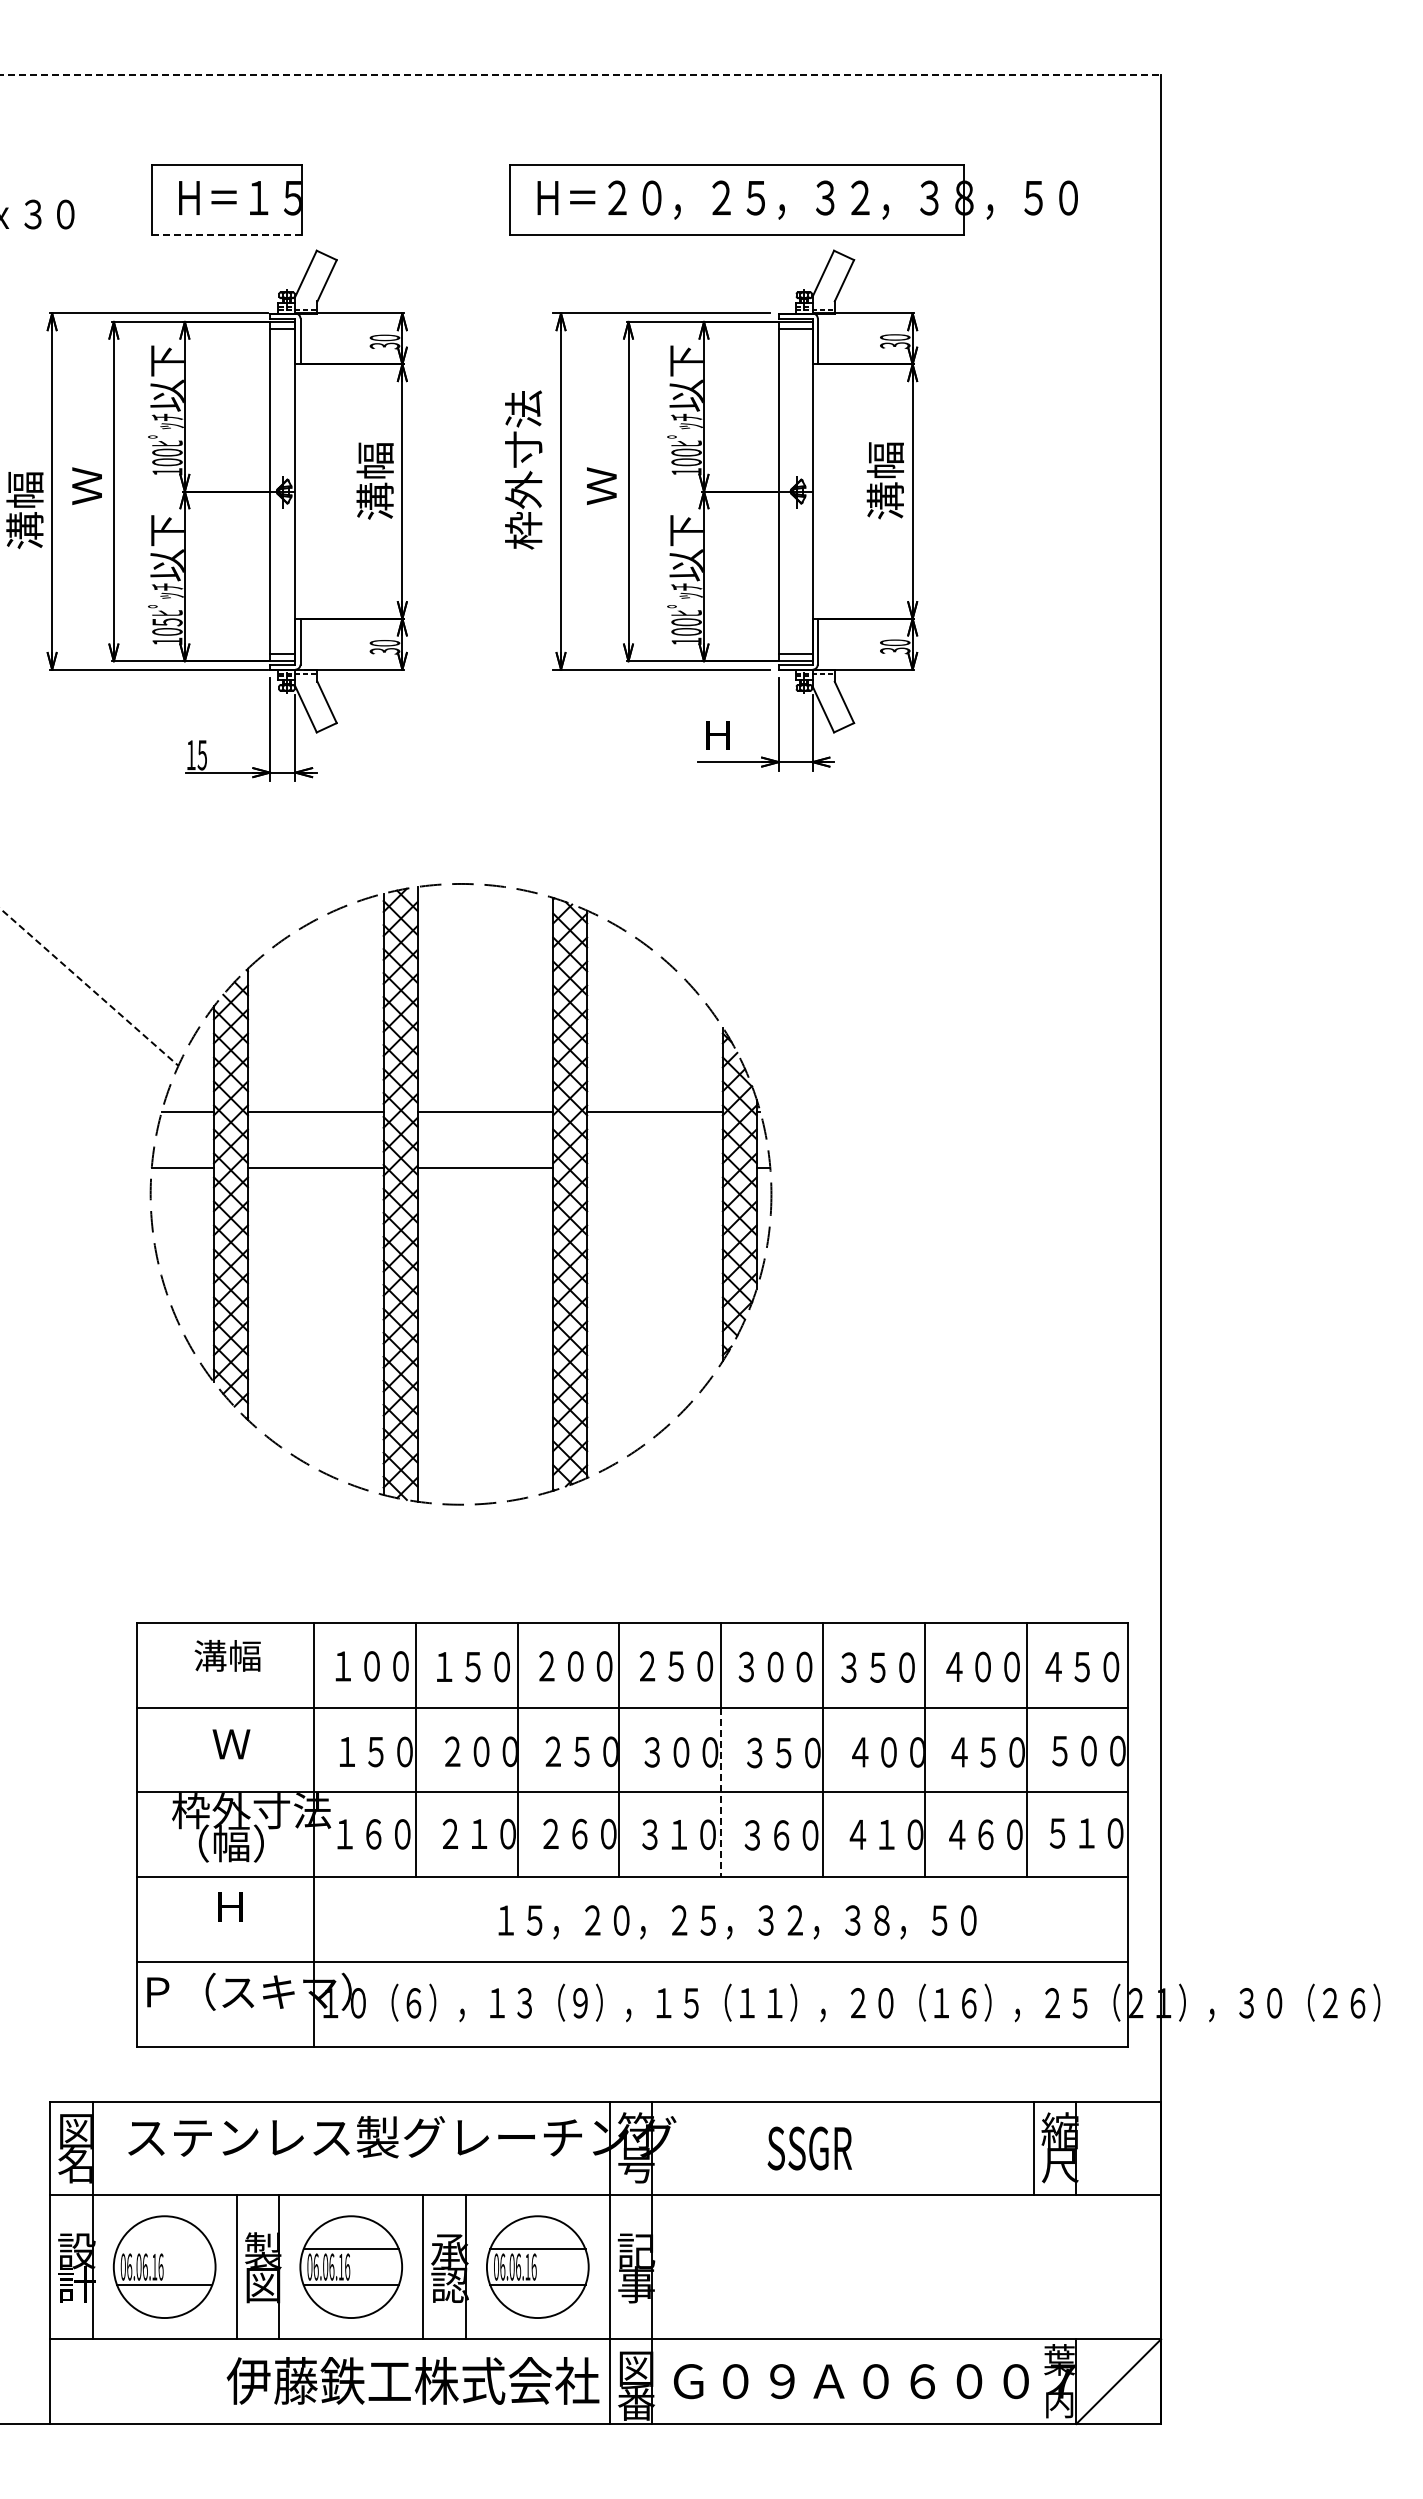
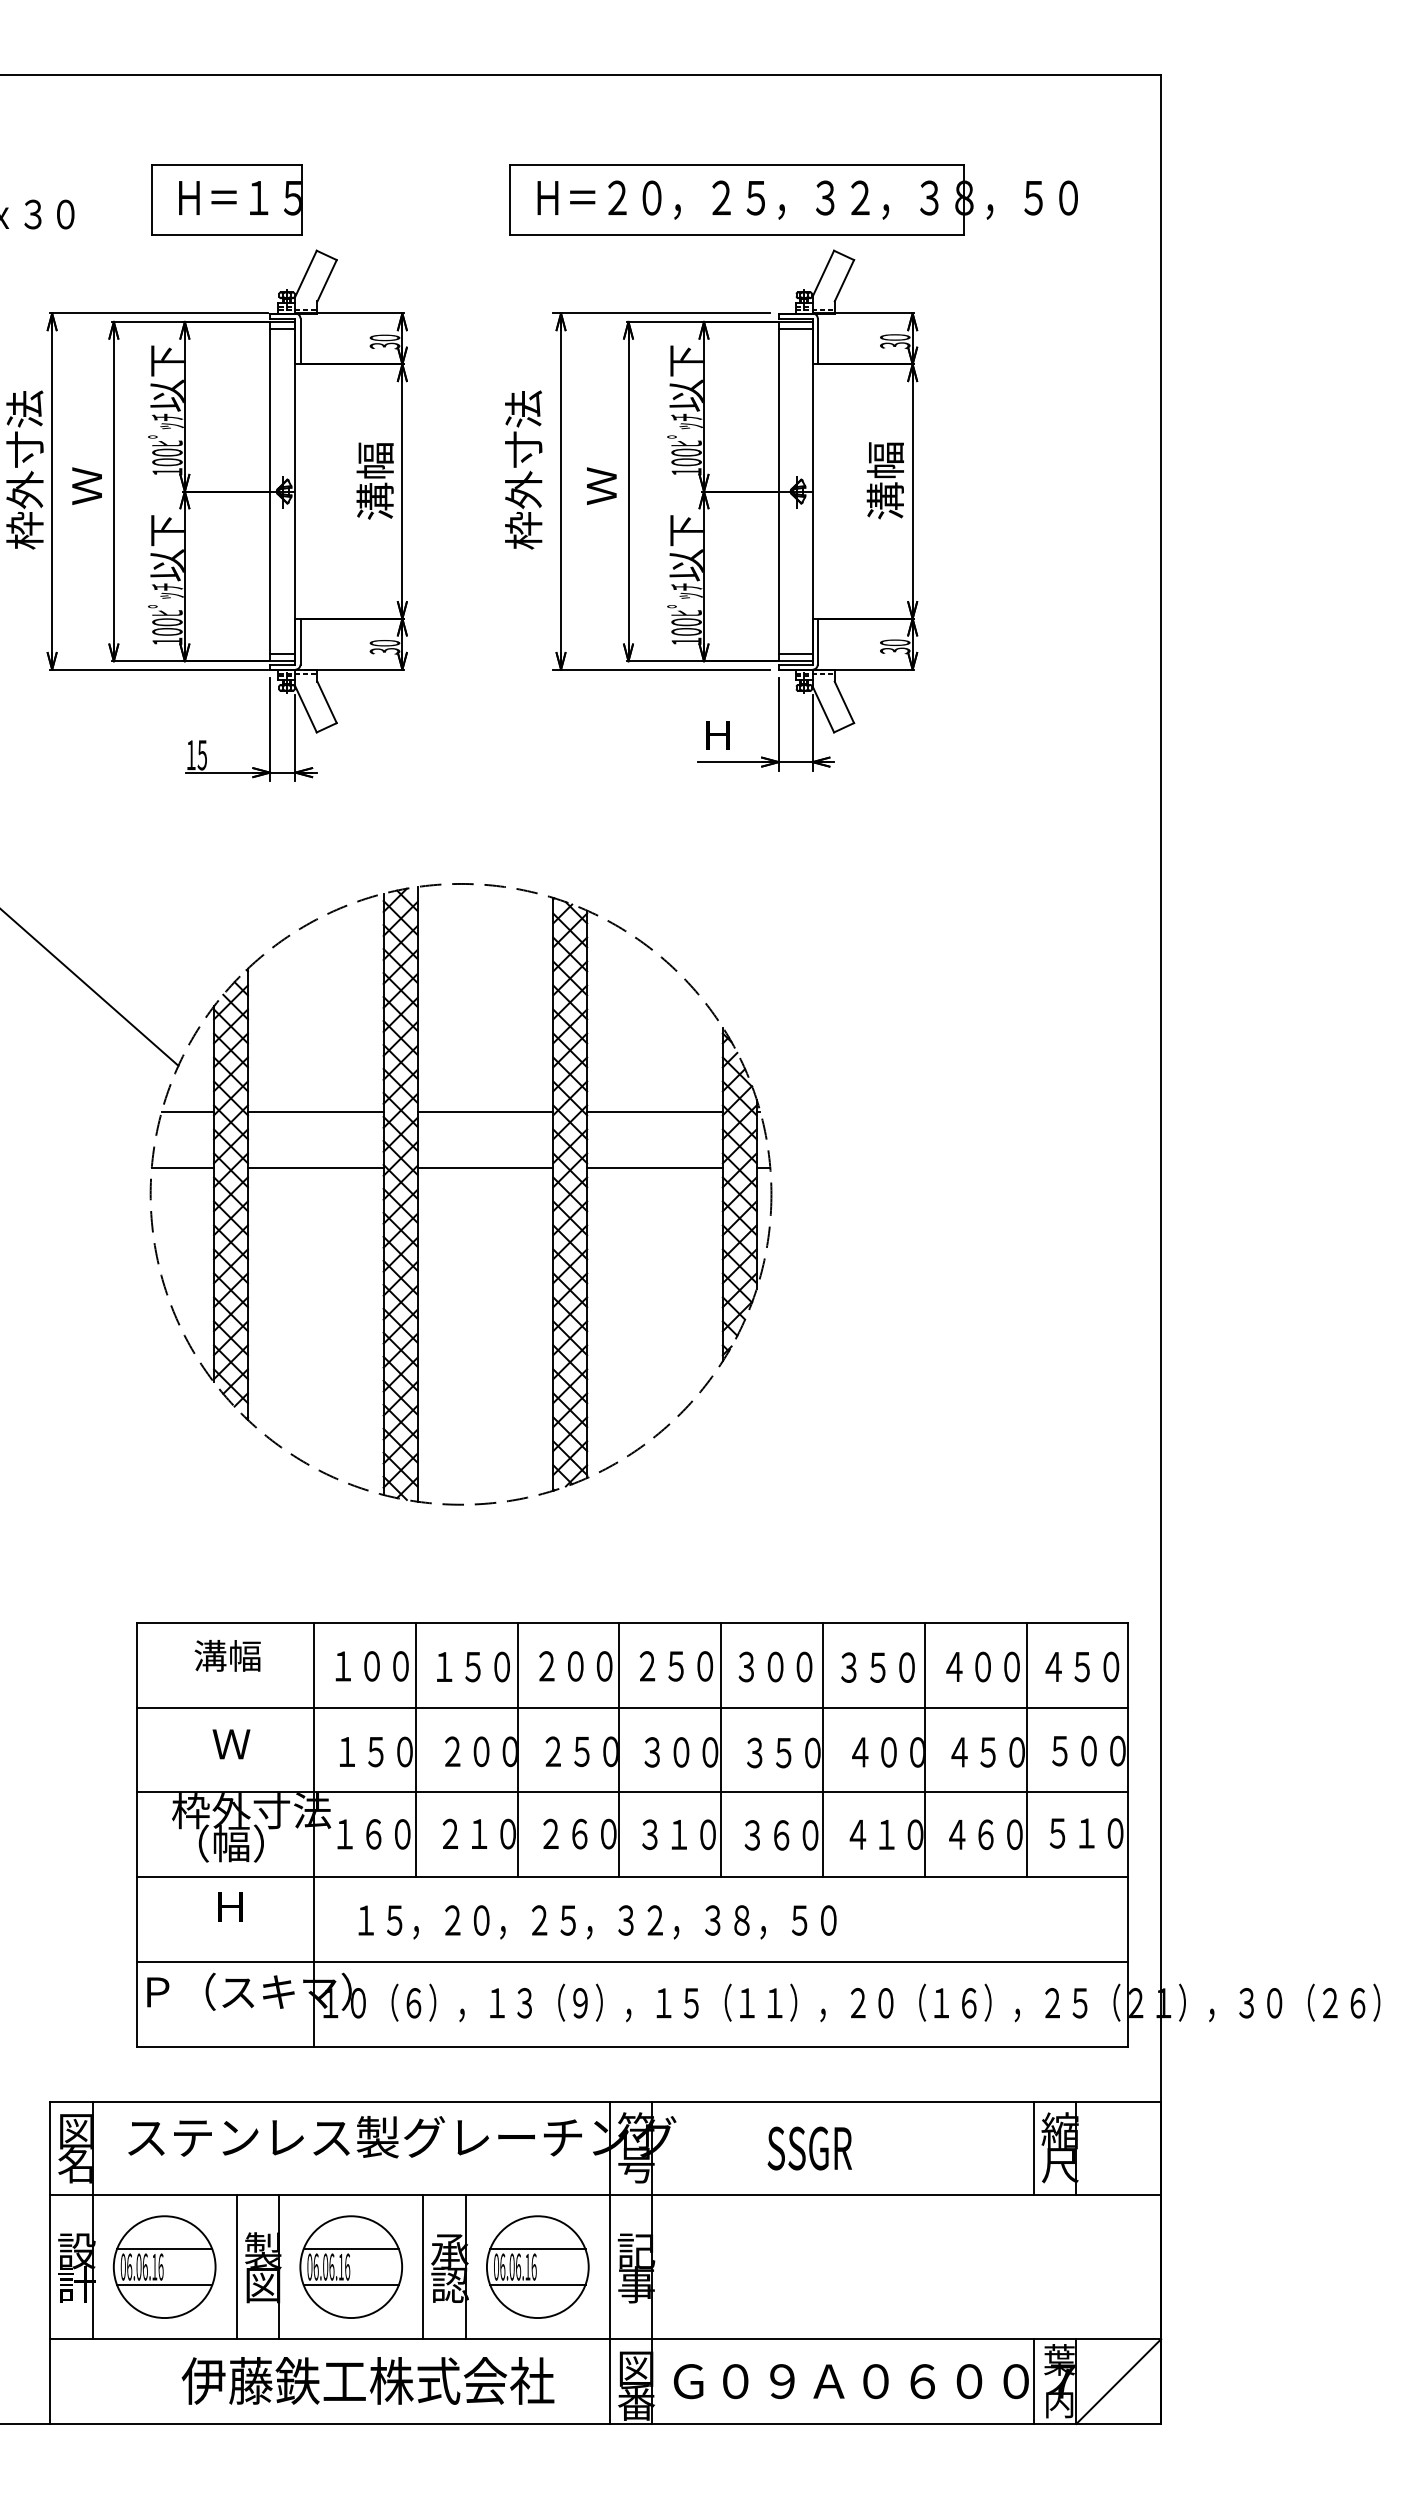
line at (581, 74): dashed -> solid
line at (226, 235): dashed -> solid
text at (24, 469): 溝幅 -> 枠外寸法
text at (167, 622): 105 -> 100
line at (89, 987): dashed -> solid
line at (654, 1168): none -> present
line at (721, 1792): dashed -> solid
text at (737, 1922) position: (737, 1922) -> (597, 1922)
line at (164, 2249): none -> present
text at (412, 2380) position: (412, 2380) -> (367, 2380)
line at (1033, 2381): none -> present
